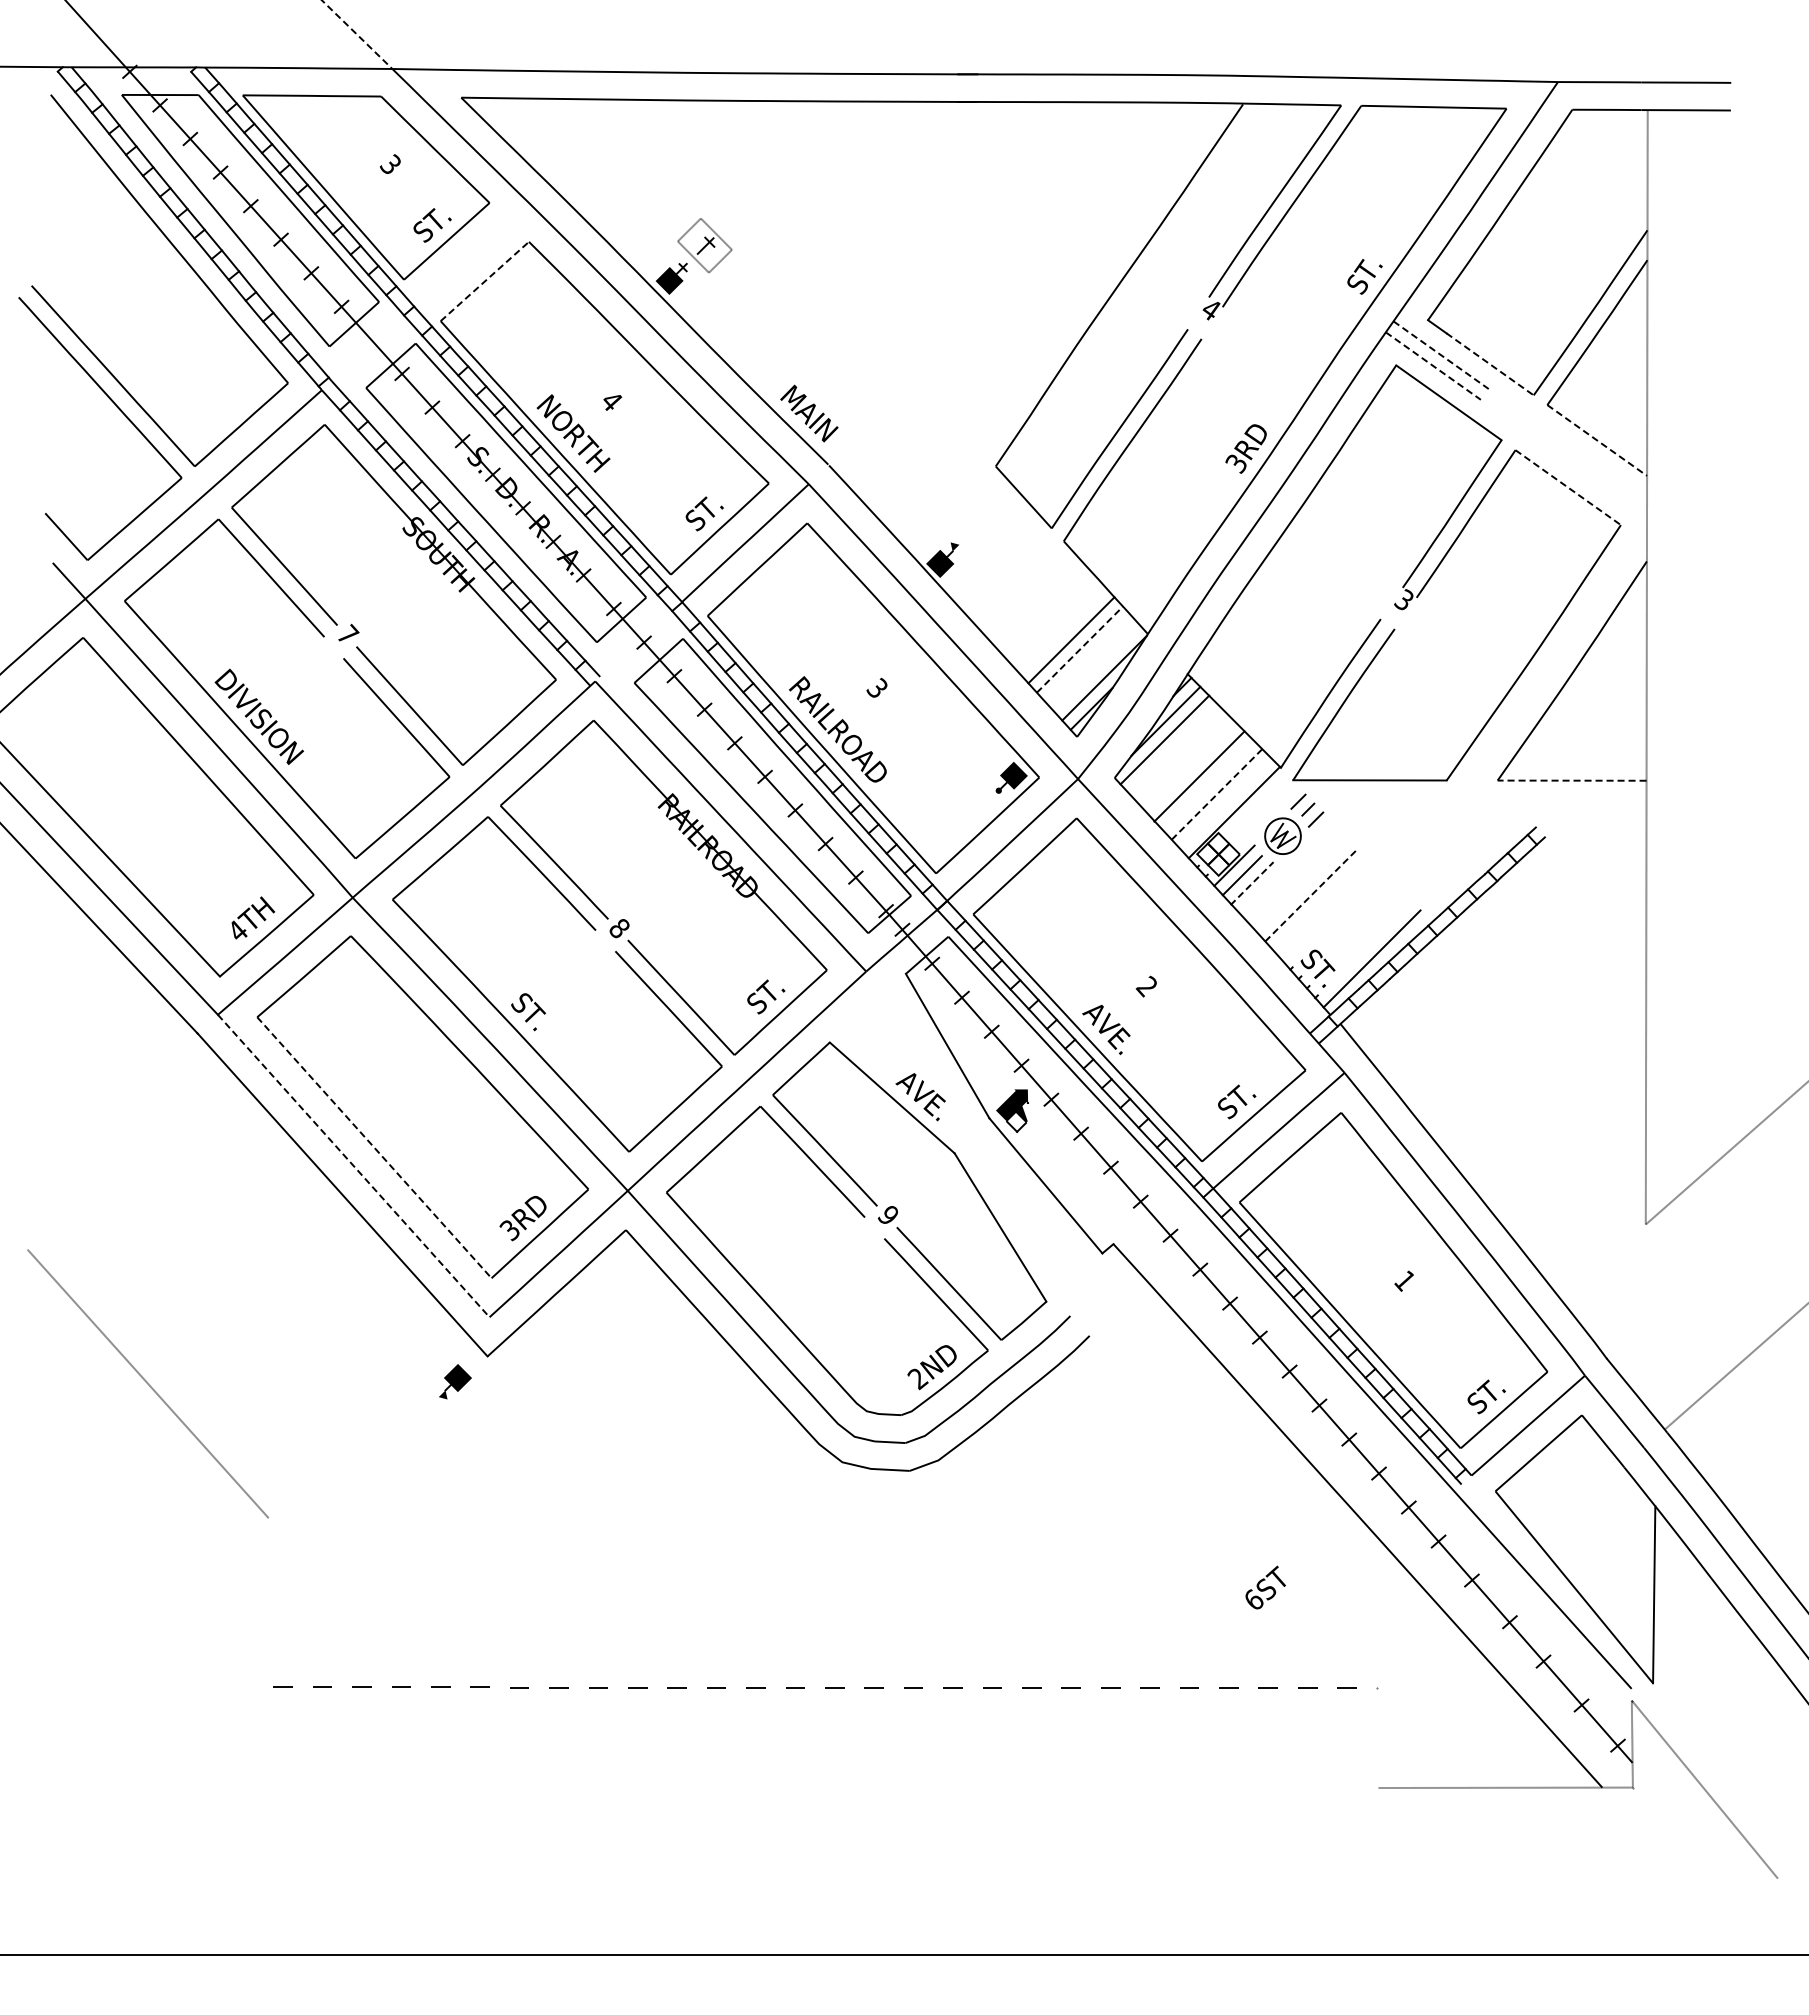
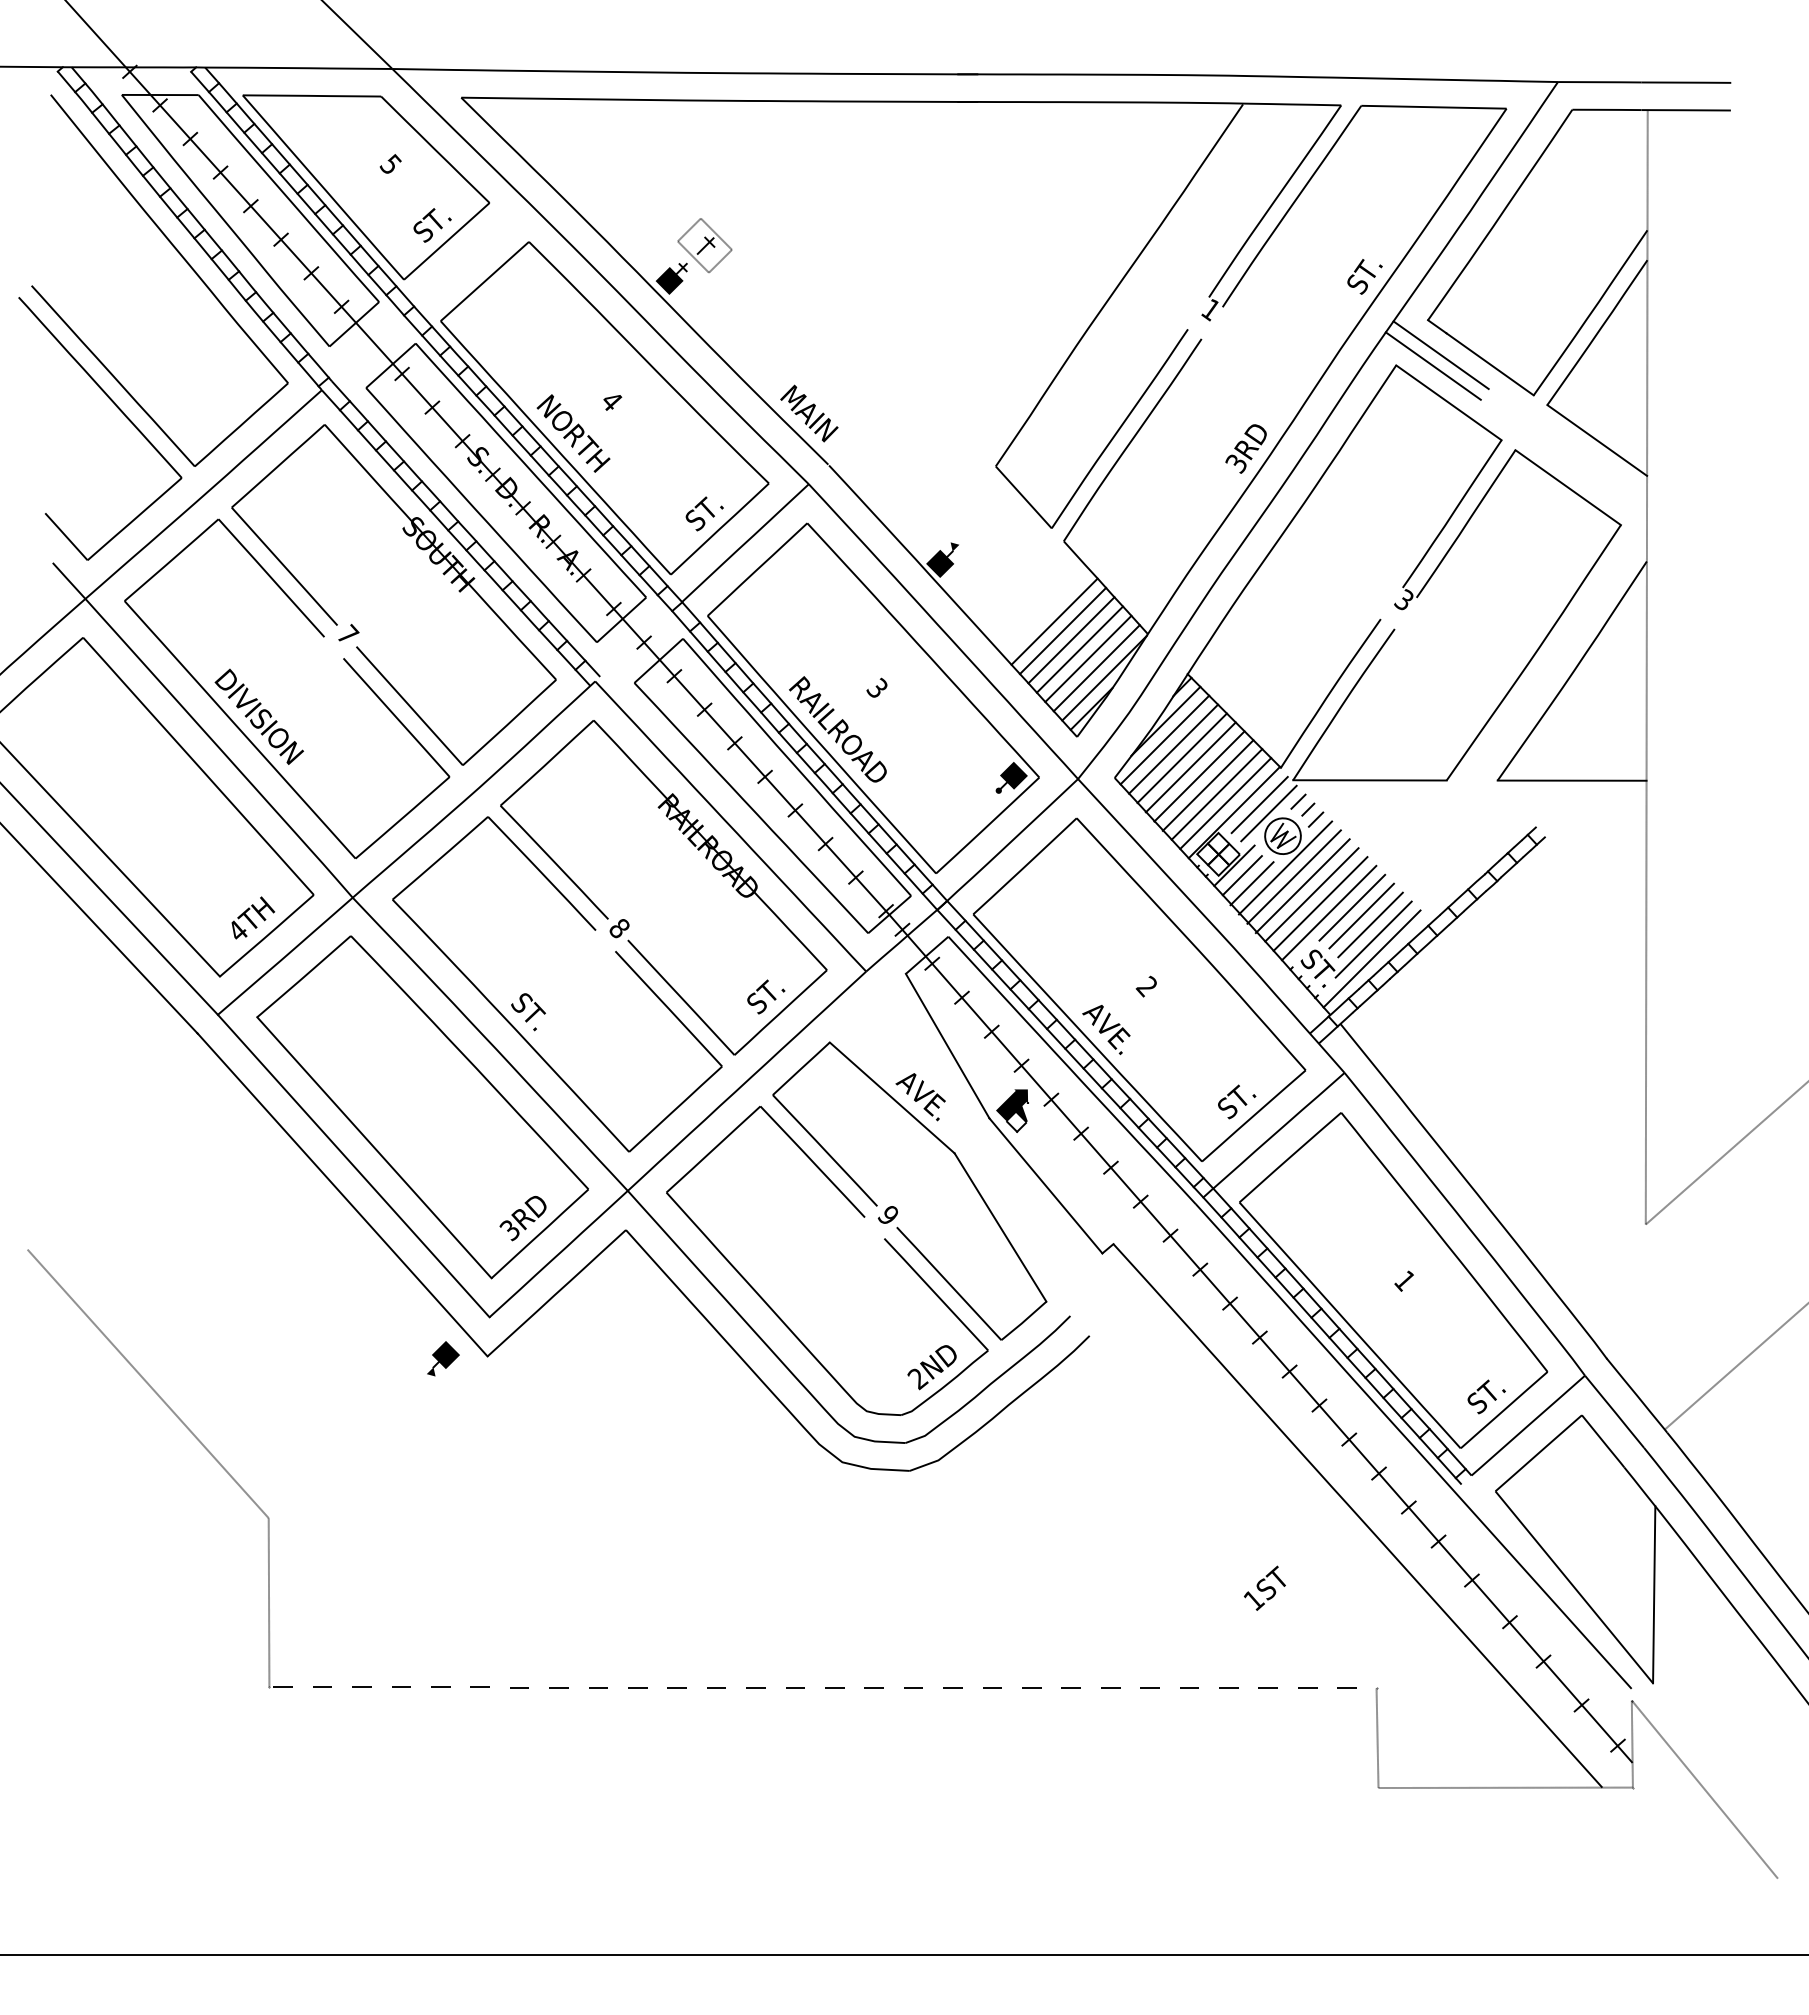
line at (357, 34): dashed -> solid
text at (393, 163): 3 -> 5
line at (485, 281): dashed -> solid
text at (1210, 310): 4 -> 1
line at (1441, 355): dashed -> solid
line at (1490, 364): dashed -> solid
line at (1433, 366): dashed -> solid
line at (1597, 440): dashed -> solid
line at (1568, 487): dashed -> solid
line at (1054, 621): none -> present
line at (1062, 630): none -> present
line at (1079, 649): dashed -> solid
line at (1088, 658): none -> present
line at (1096, 668): none -> present
line at (1173, 748): none -> present
line at (1181, 758): none -> present
line at (1190, 767): none -> present
line at (1571, 780): dashed -> solid
line at (1207, 785): none -> present
line at (1217, 794): dashed -> solid
line at (1225, 803): none -> present
line at (1259, 804): none -> present
line at (1268, 813): none -> present
line at (1285, 867): none -> present
line at (1293, 876): none -> present
line at (1252, 883): dashed -> solid
line at (1302, 886): none -> present
line at (1311, 894): dashed -> solid
line at (1320, 903): none -> present
line at (1352, 907): none -> present
line at (1329, 912): none -> present
line at (1361, 915): none -> present
line at (1370, 924): none -> present
line at (1373, 939): none -> present
line at (374, 1148): dashed -> solid
line at (354, 1166): dashed -> solid
part at (455, 1381) position: (455, 1381) -> (443, 1358)
text at (1253, 1599): 6ST -> 1ST
line at (268, 1602): none -> present
line at (1377, 1738): none -> present
